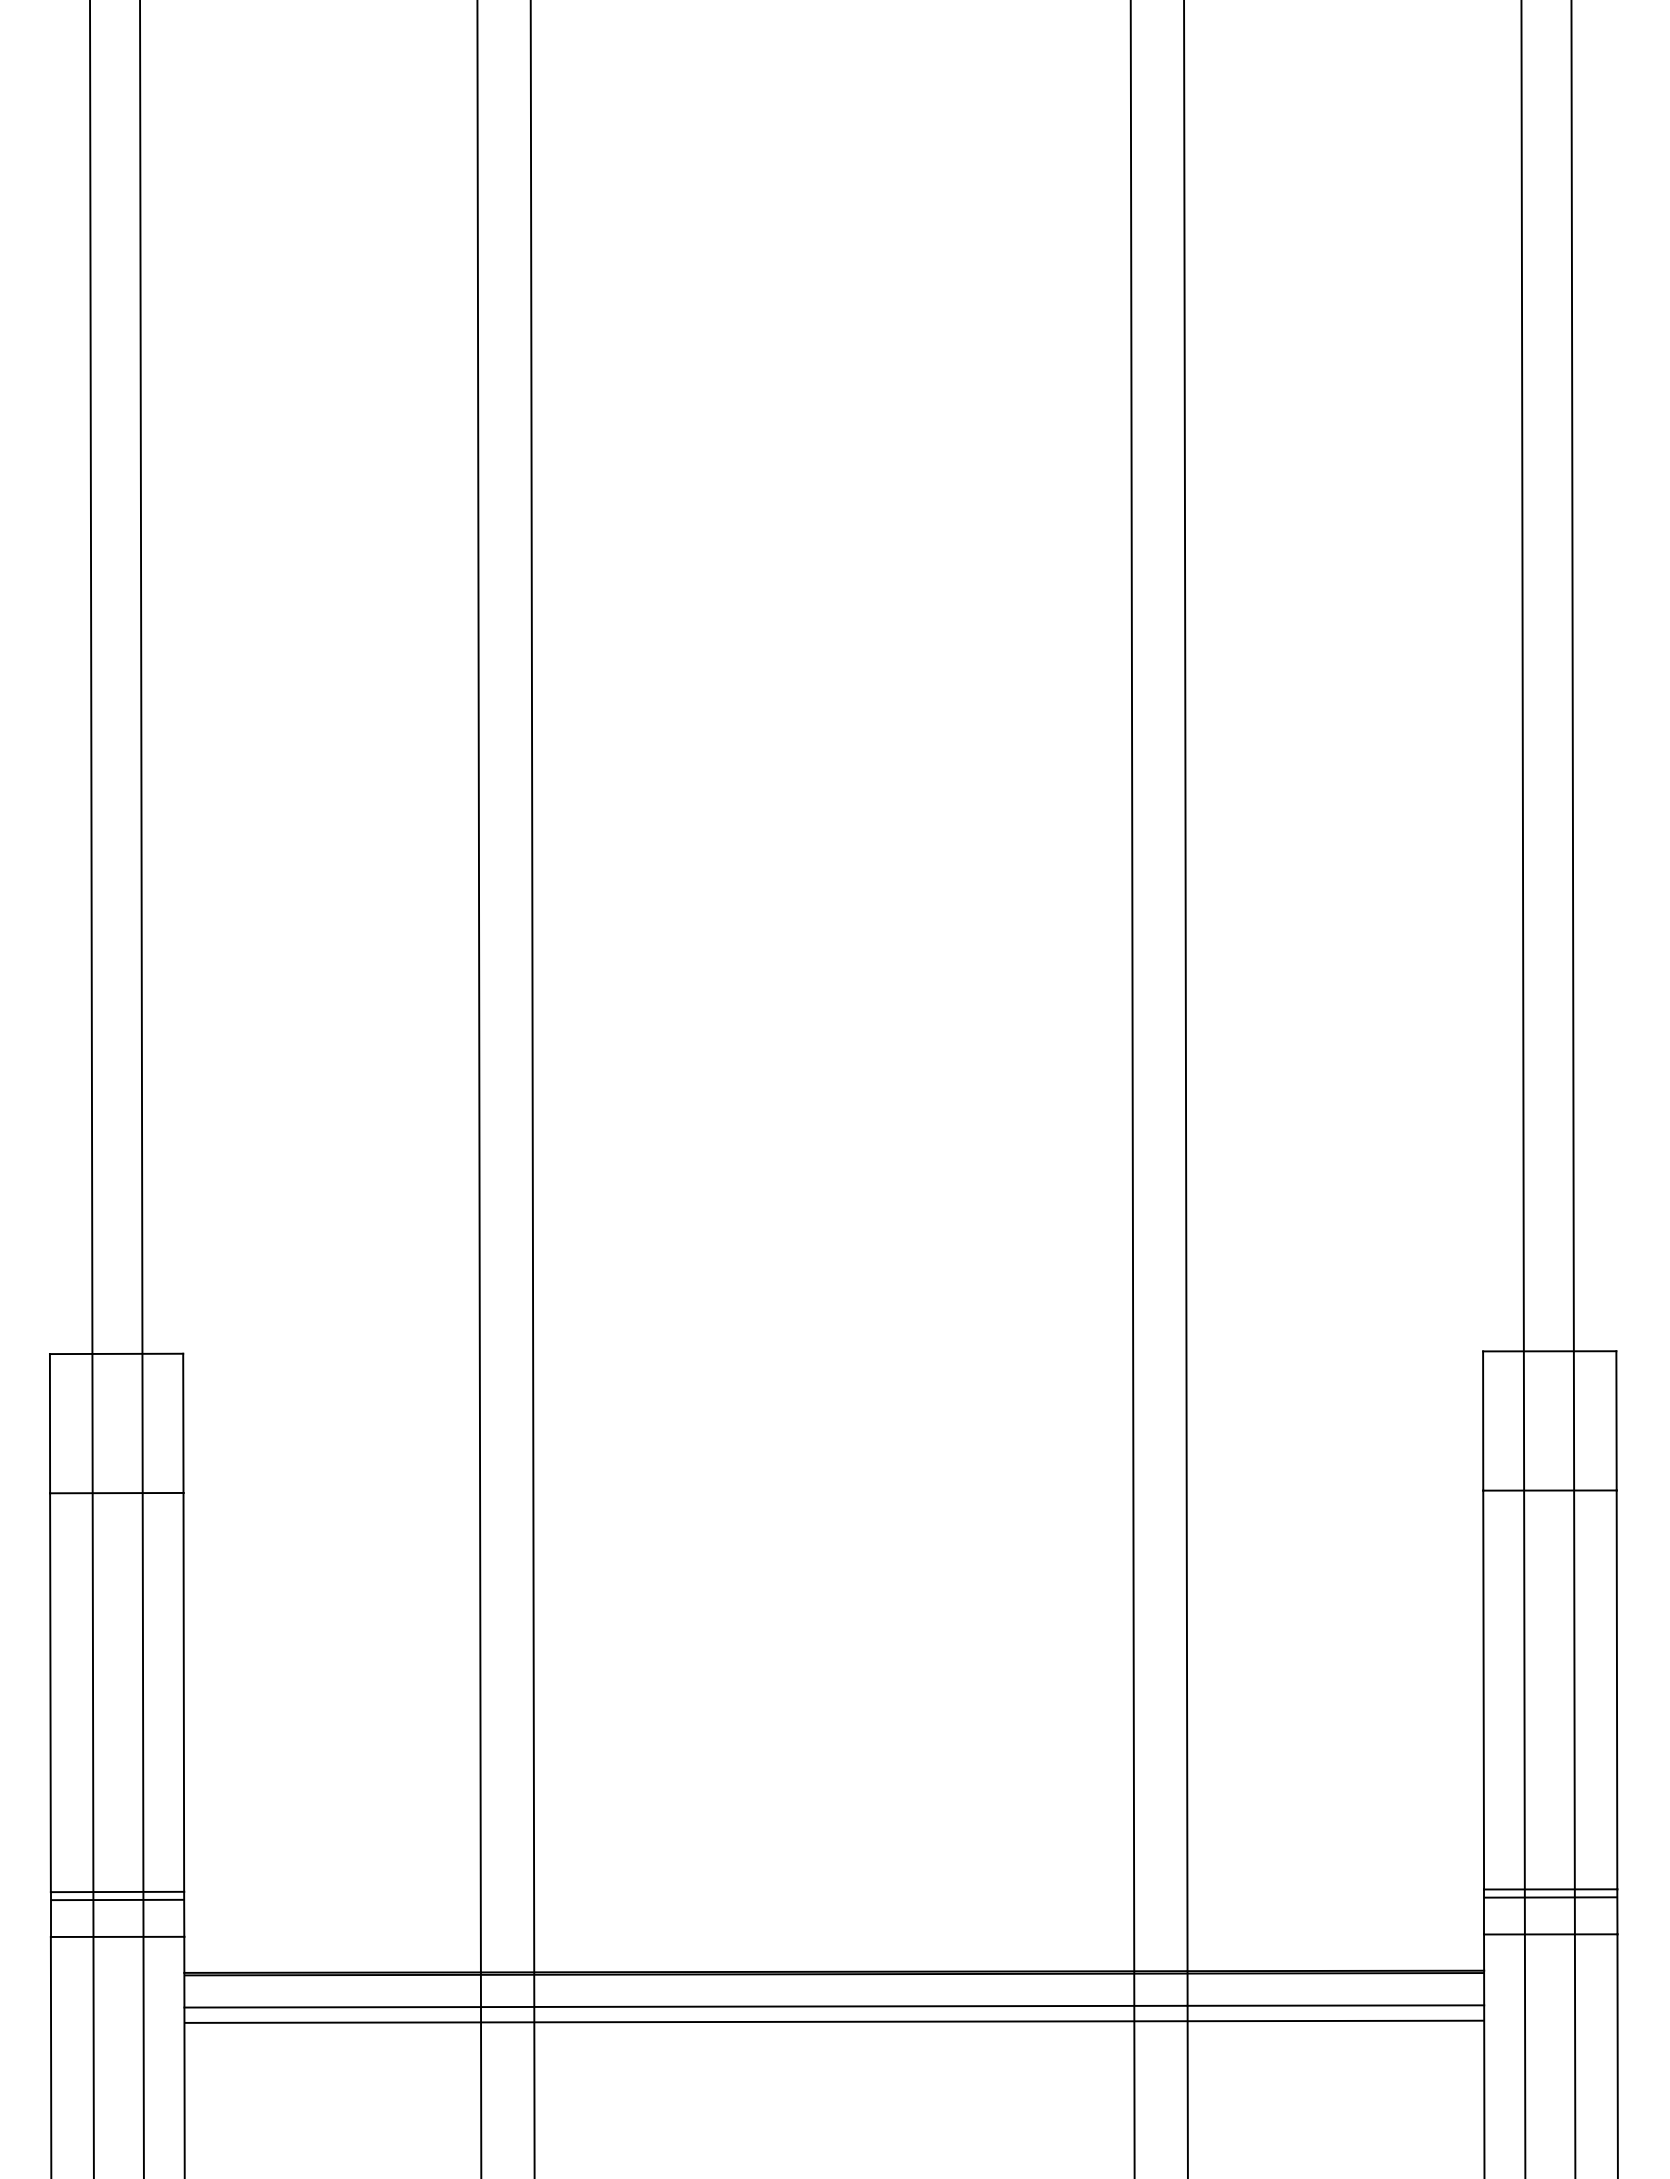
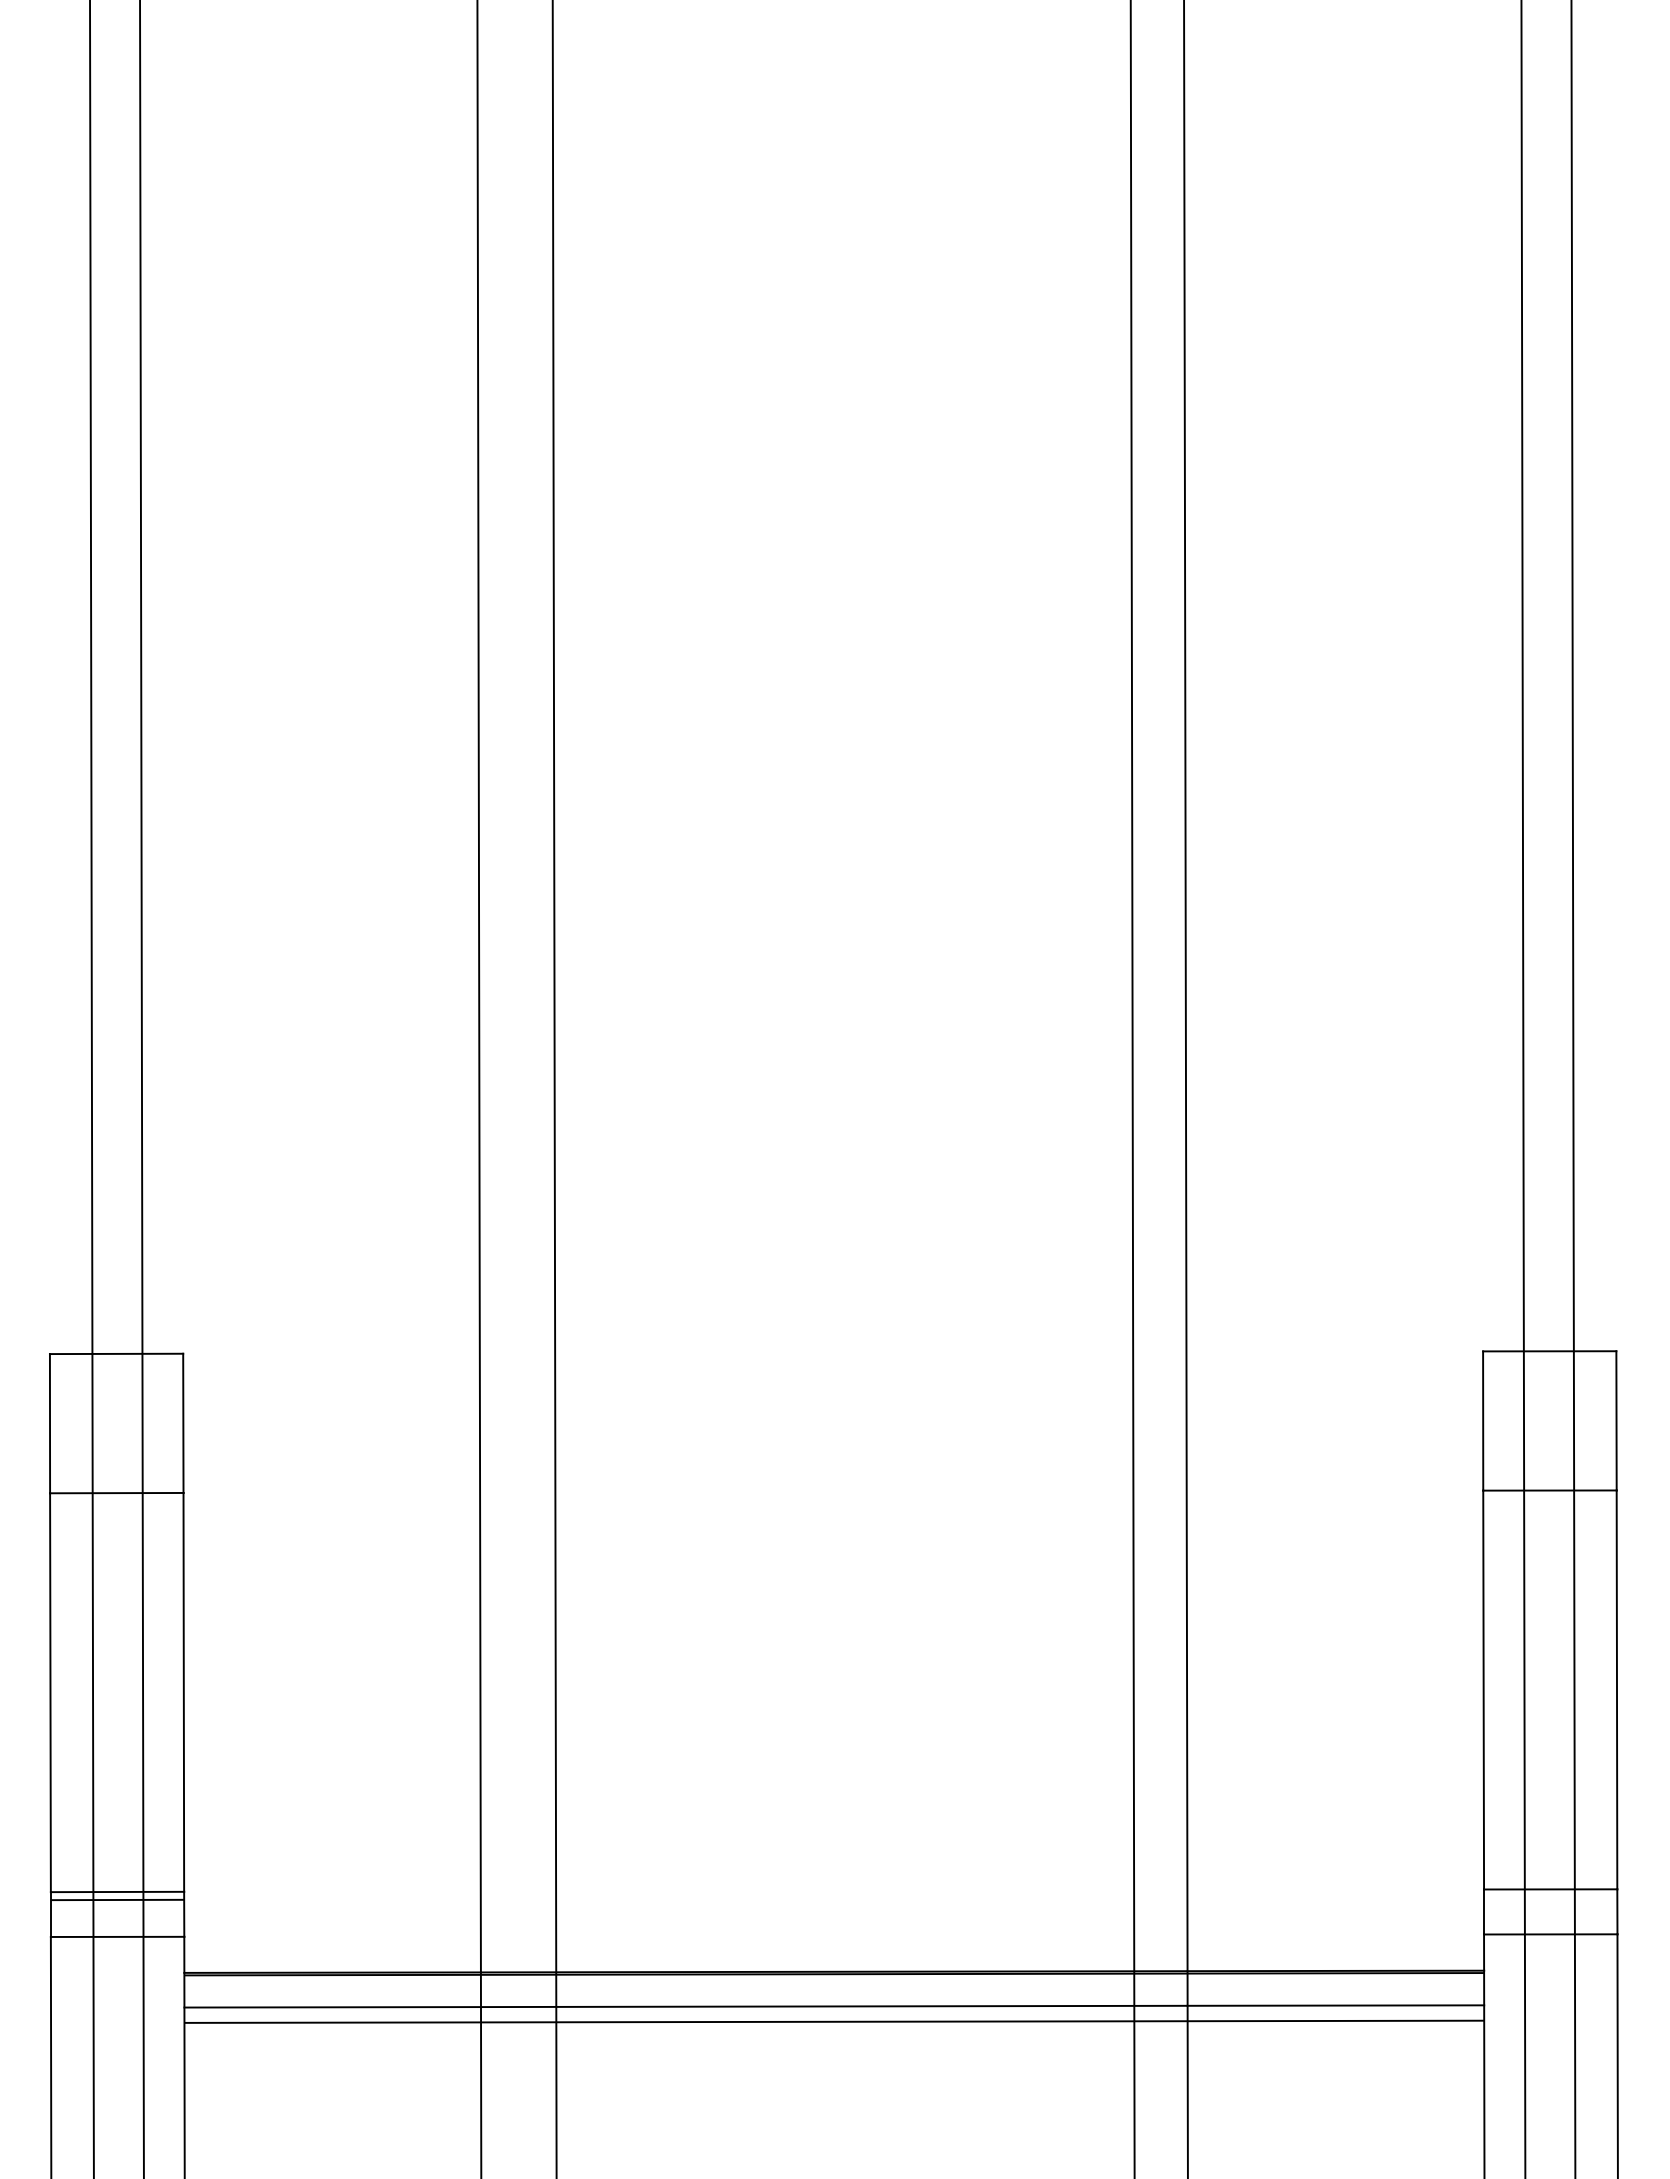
line at (532, 1088) position: (532, 1088) -> (554, 1088)
line at (1550, 1897): present -> none
